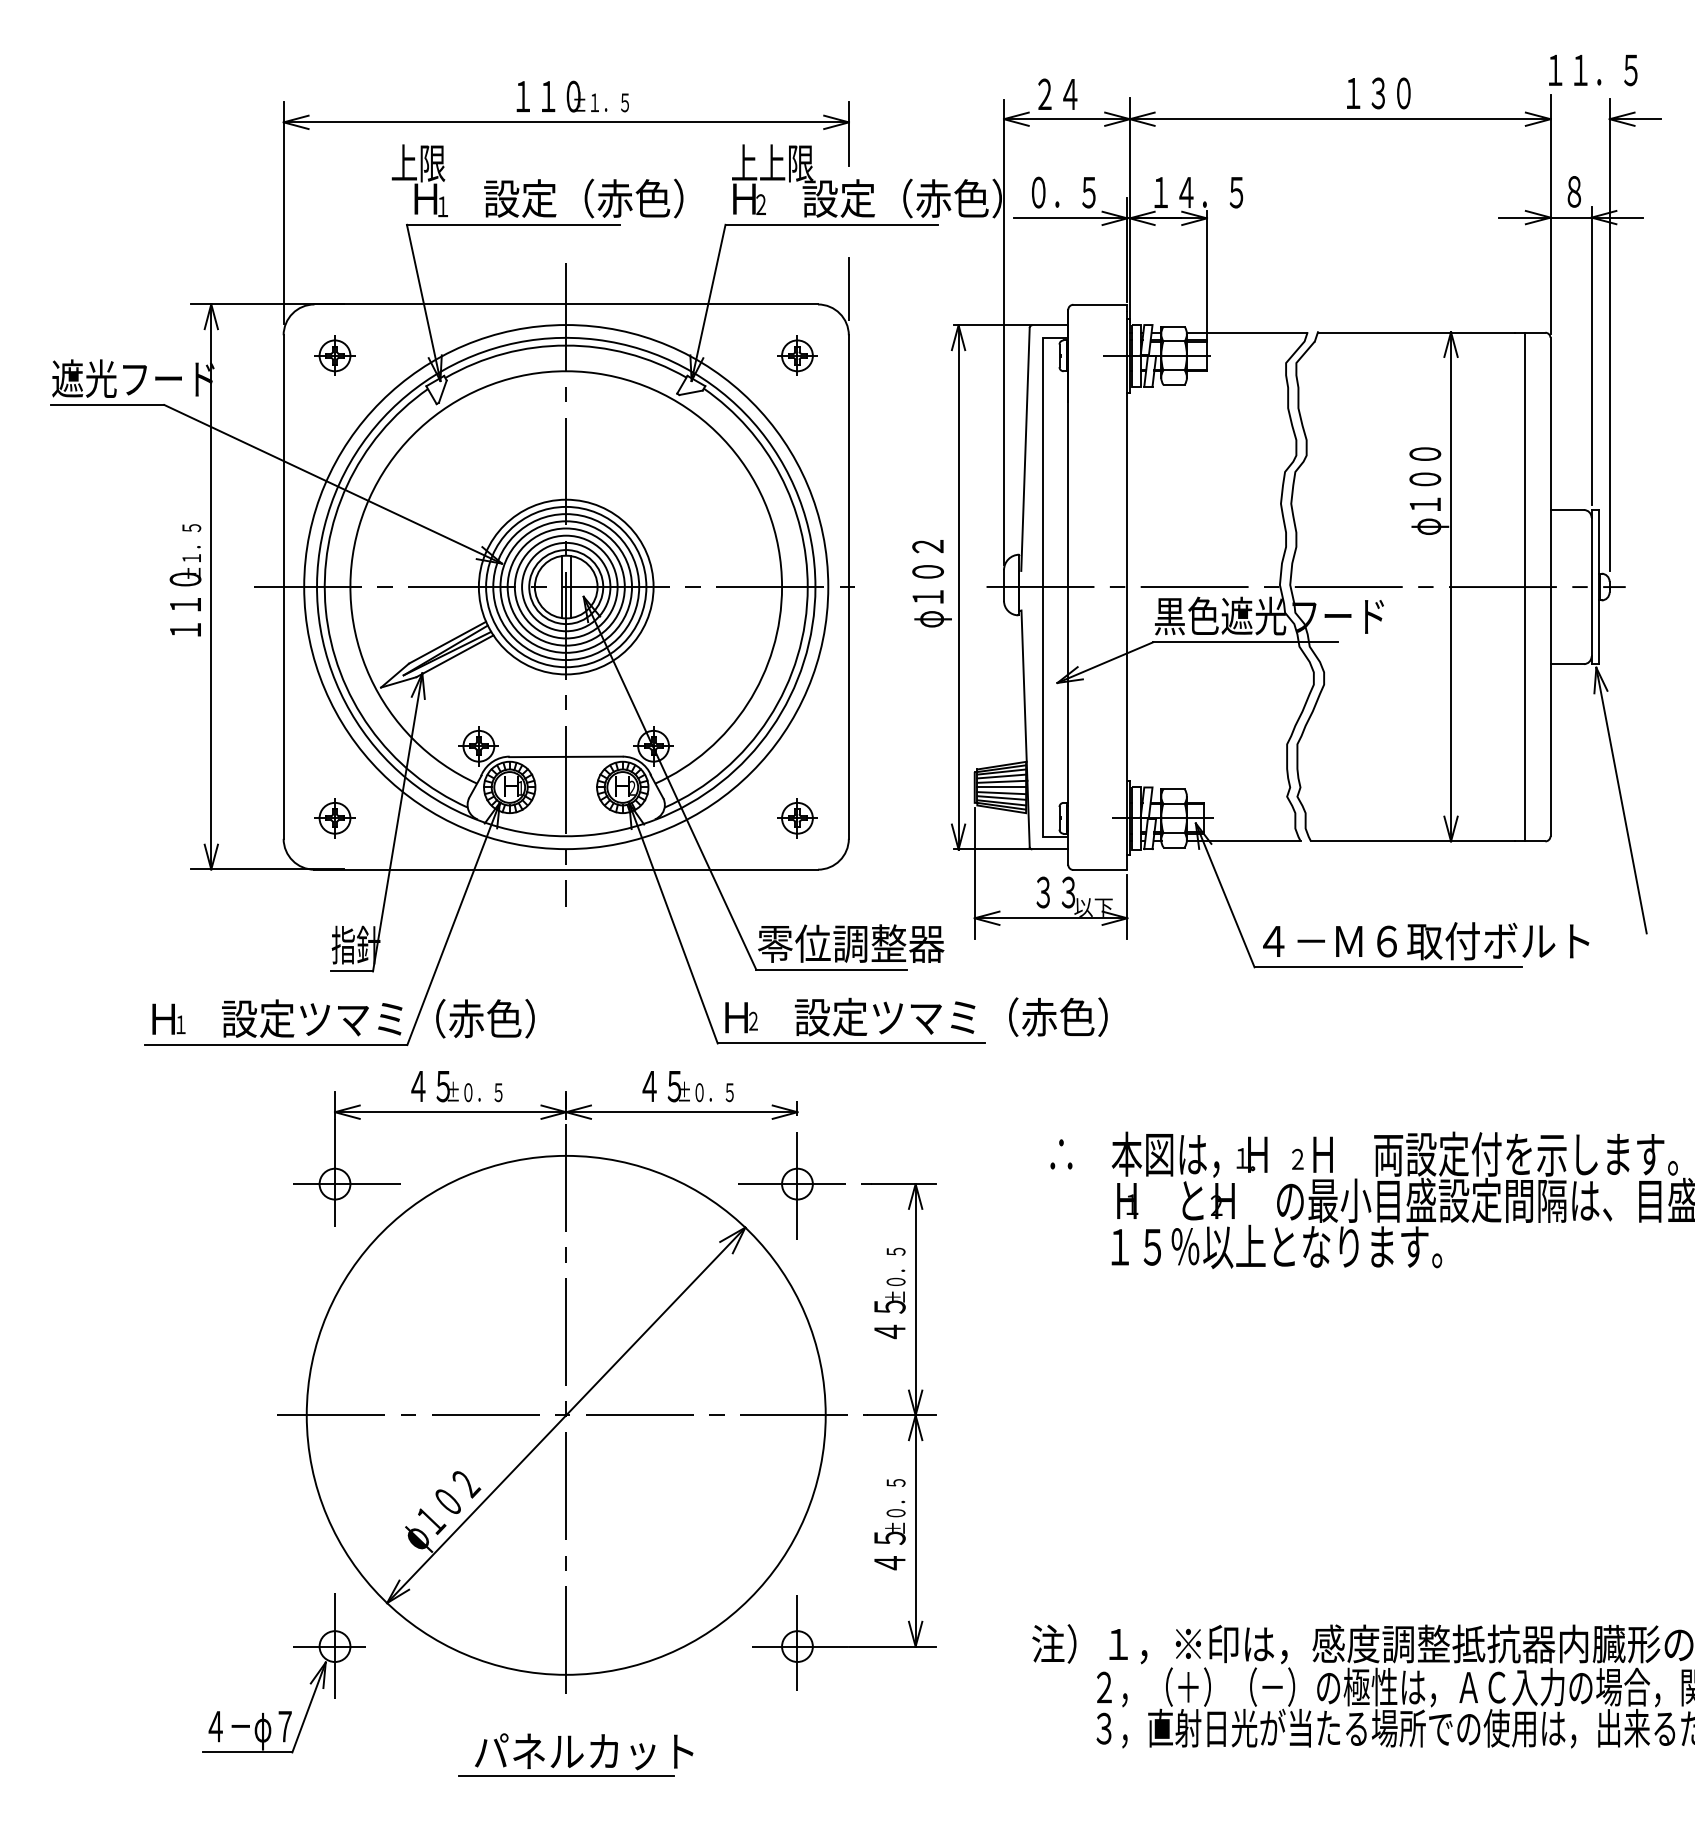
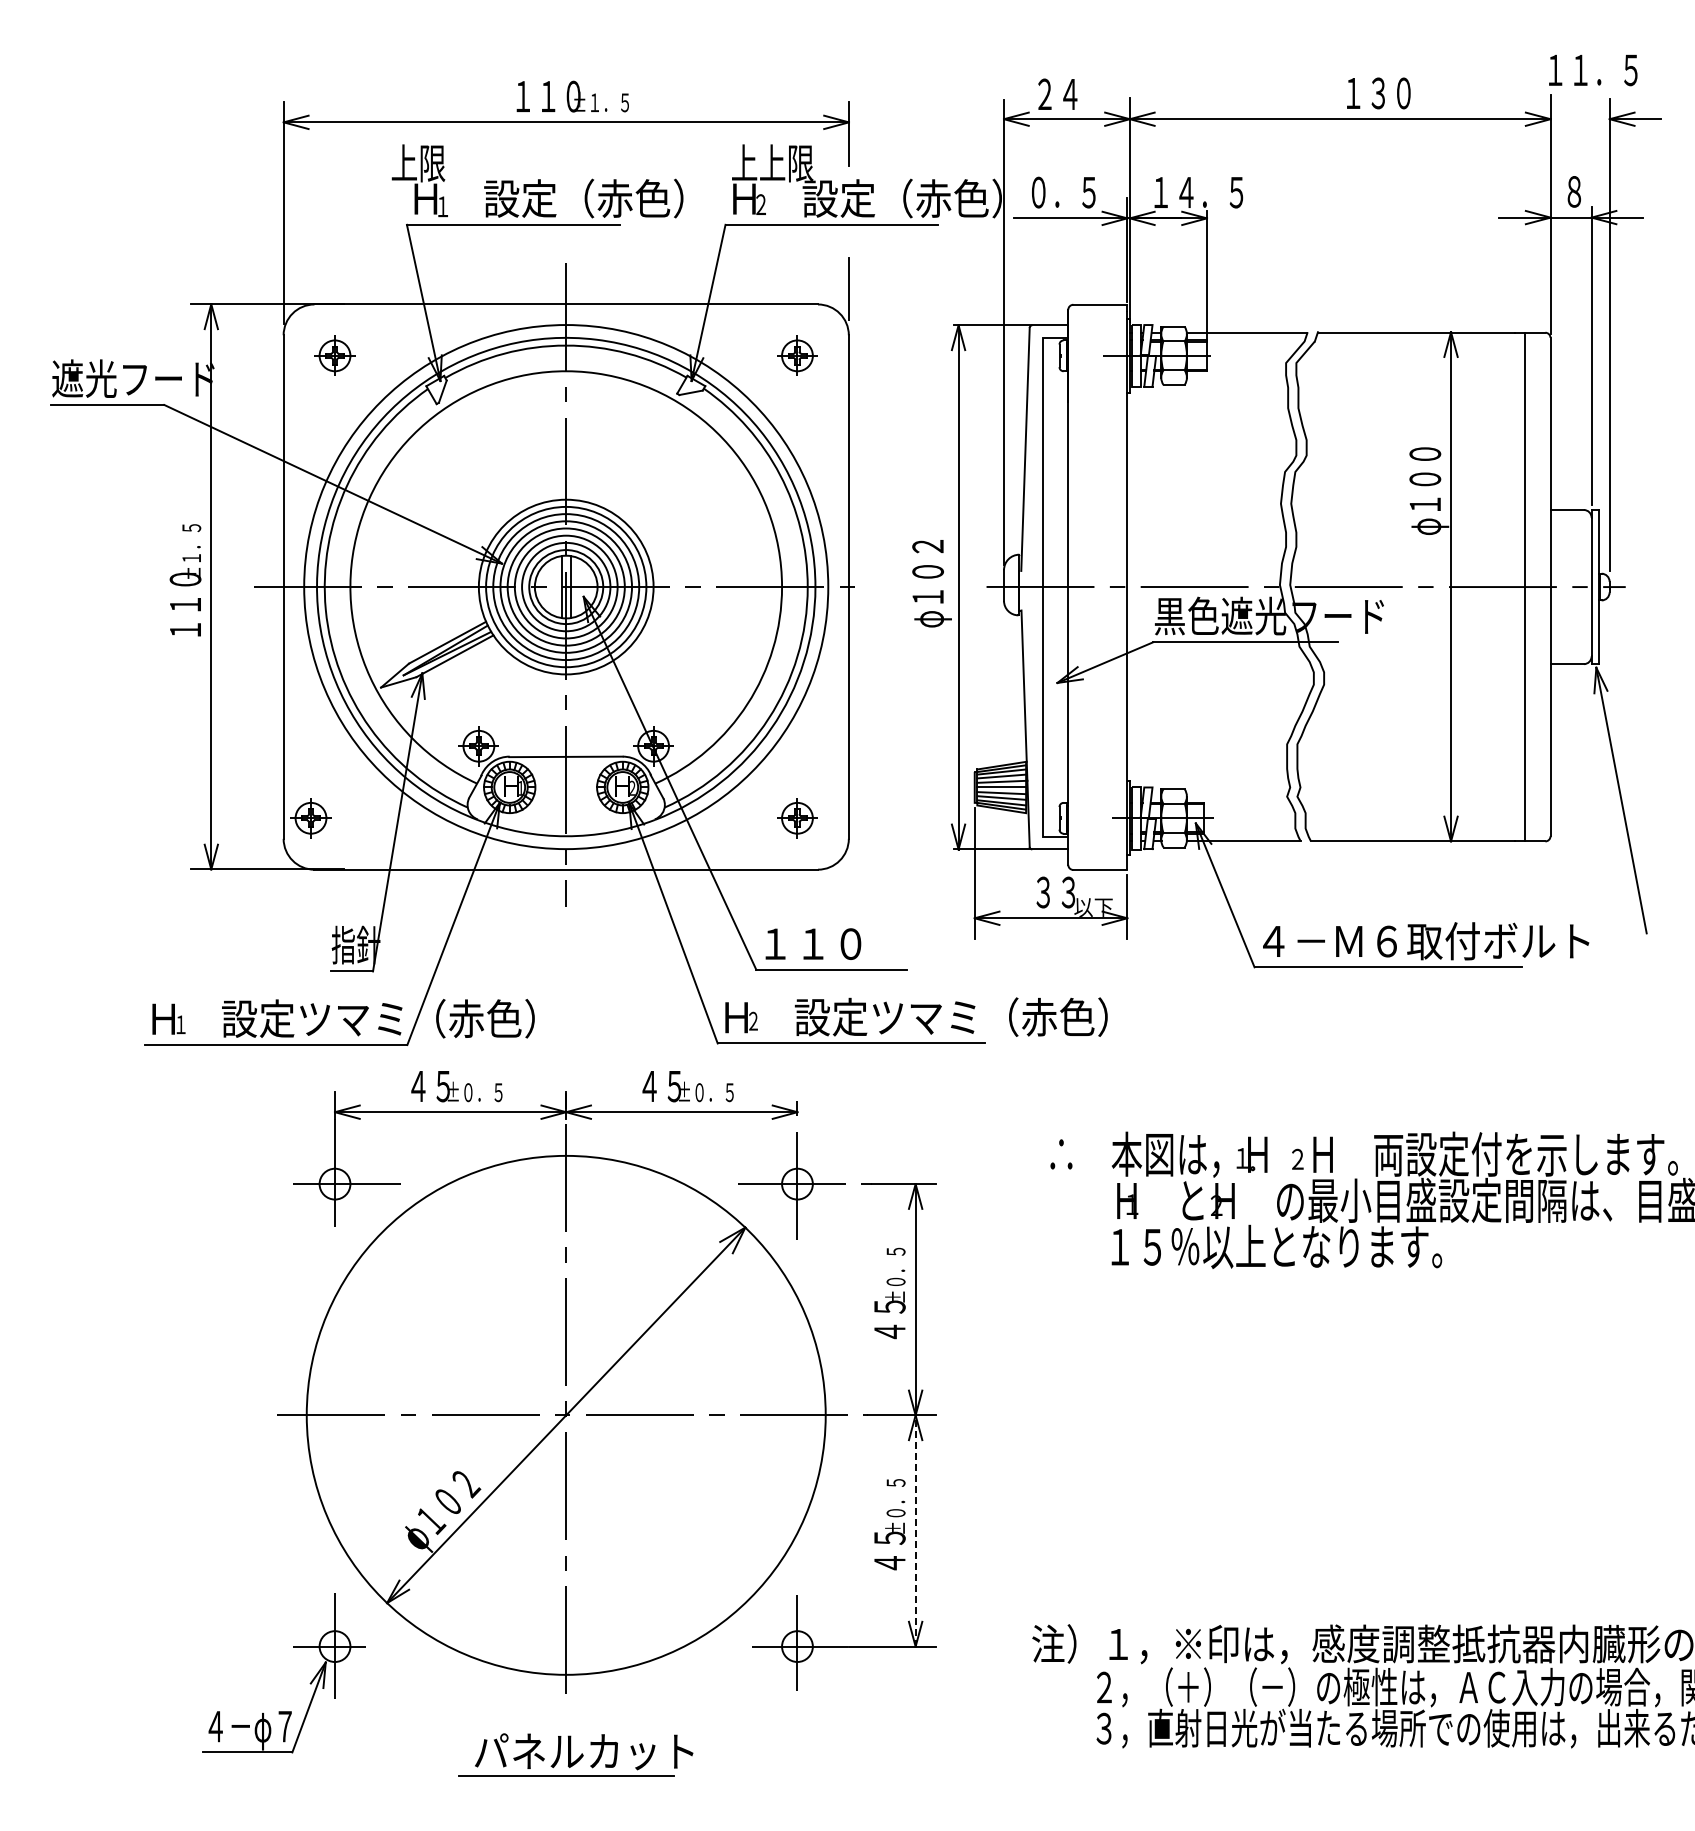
part at (334, 818) position: (334, 818) -> (310, 818)
text at (851, 943): 零位調整器 -> １１０
line at (915, 1530): solid -> dashed
